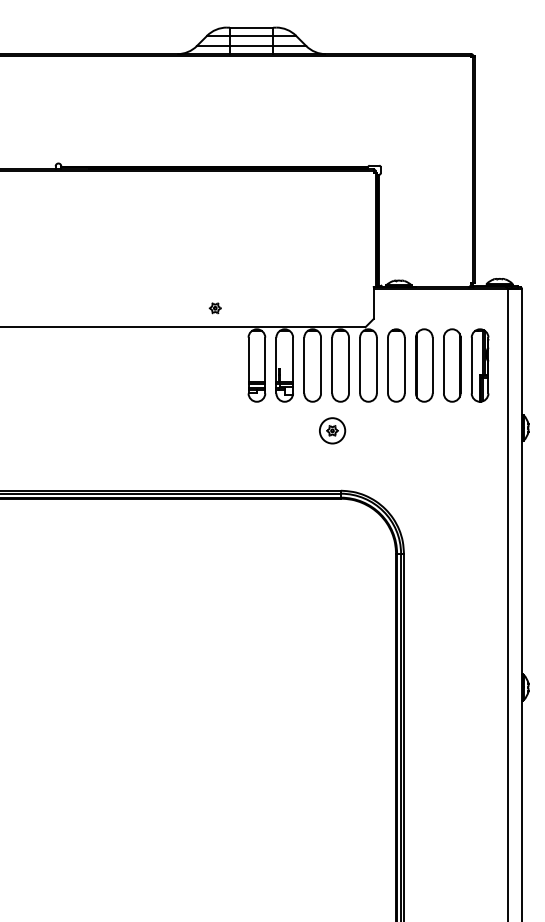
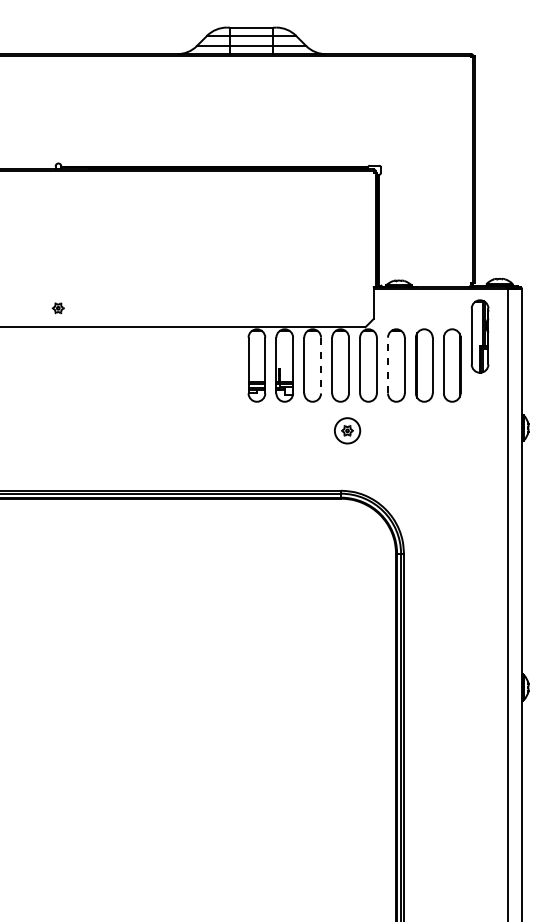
part at (214, 308) position: (214, 308) -> (57, 308)
line at (321, 365): solid -> dashed
line at (388, 365): solid -> dashed
part at (479, 365) position: (479, 365) -> (479, 336)
part at (332, 430) position: (332, 430) -> (347, 430)
